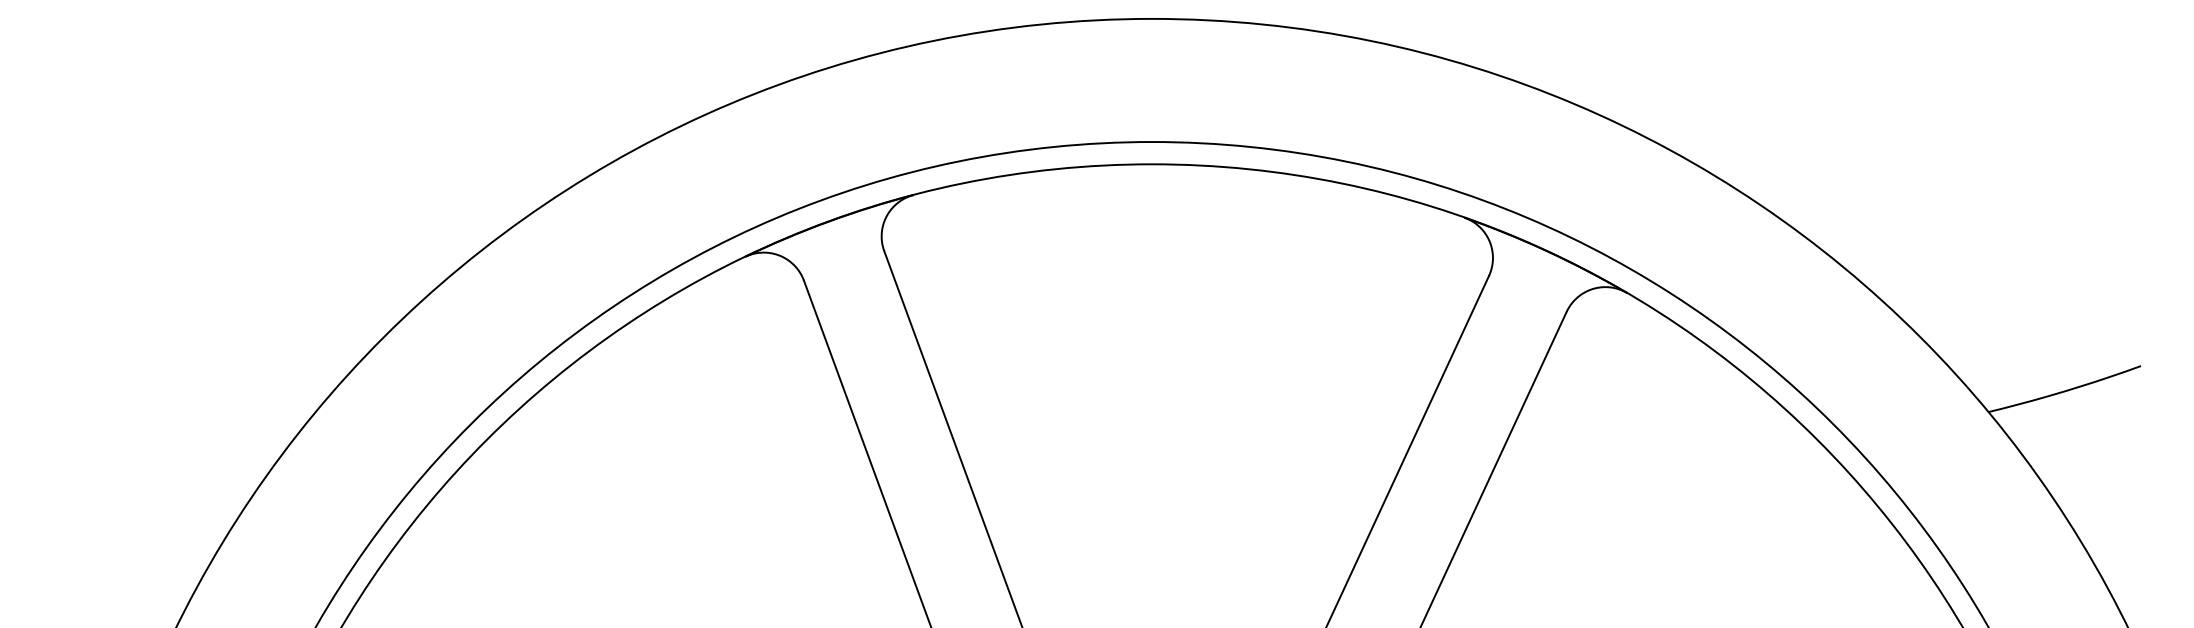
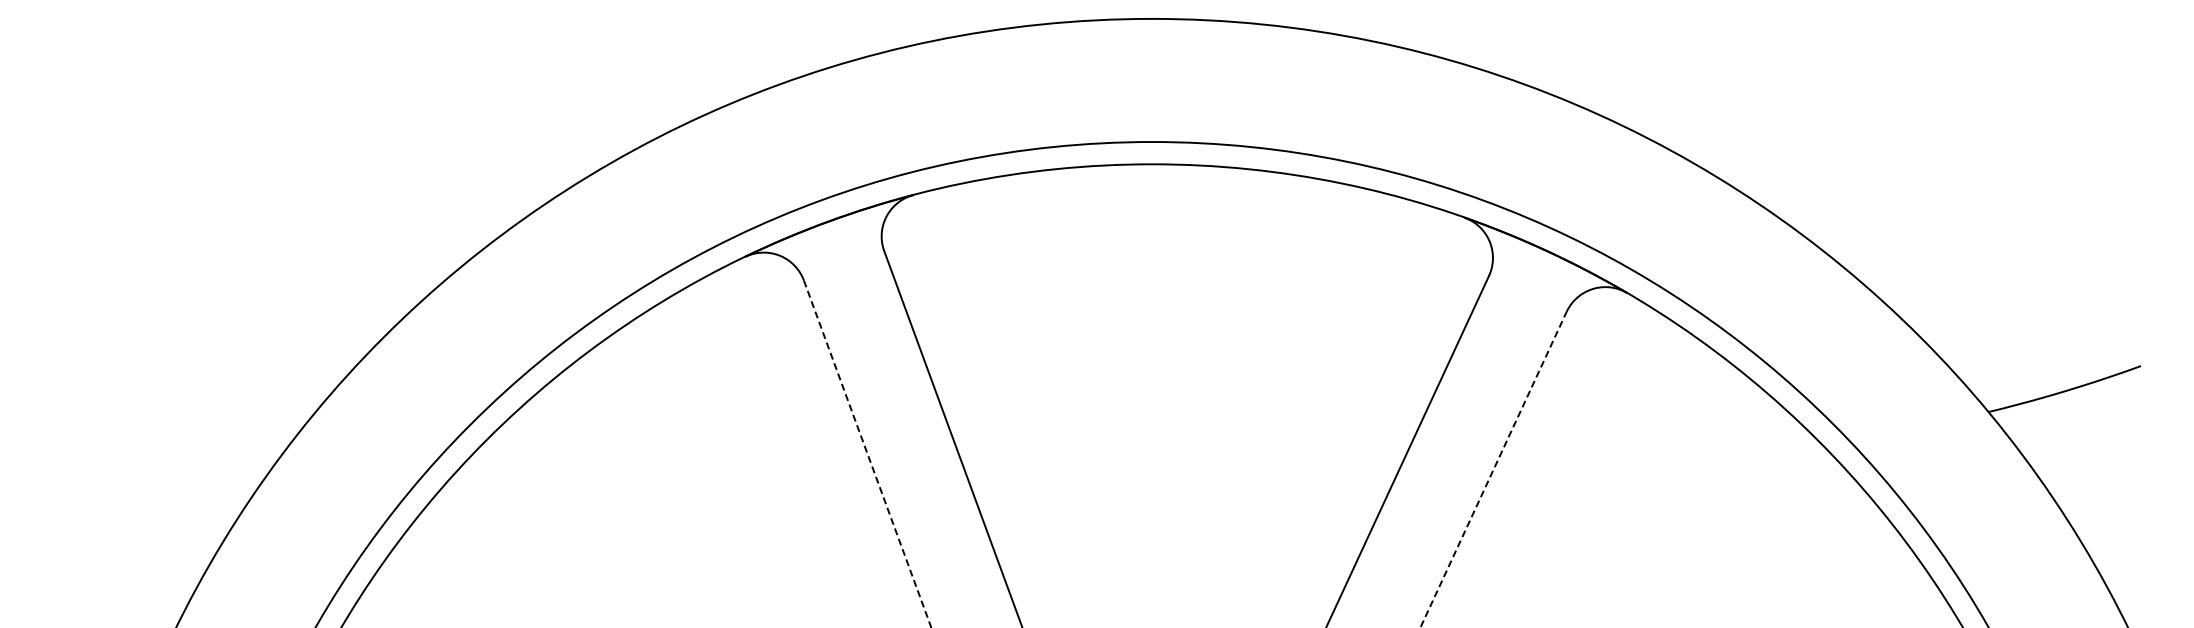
line at (867, 454): solid -> dashed
line at (1493, 469): solid -> dashed
